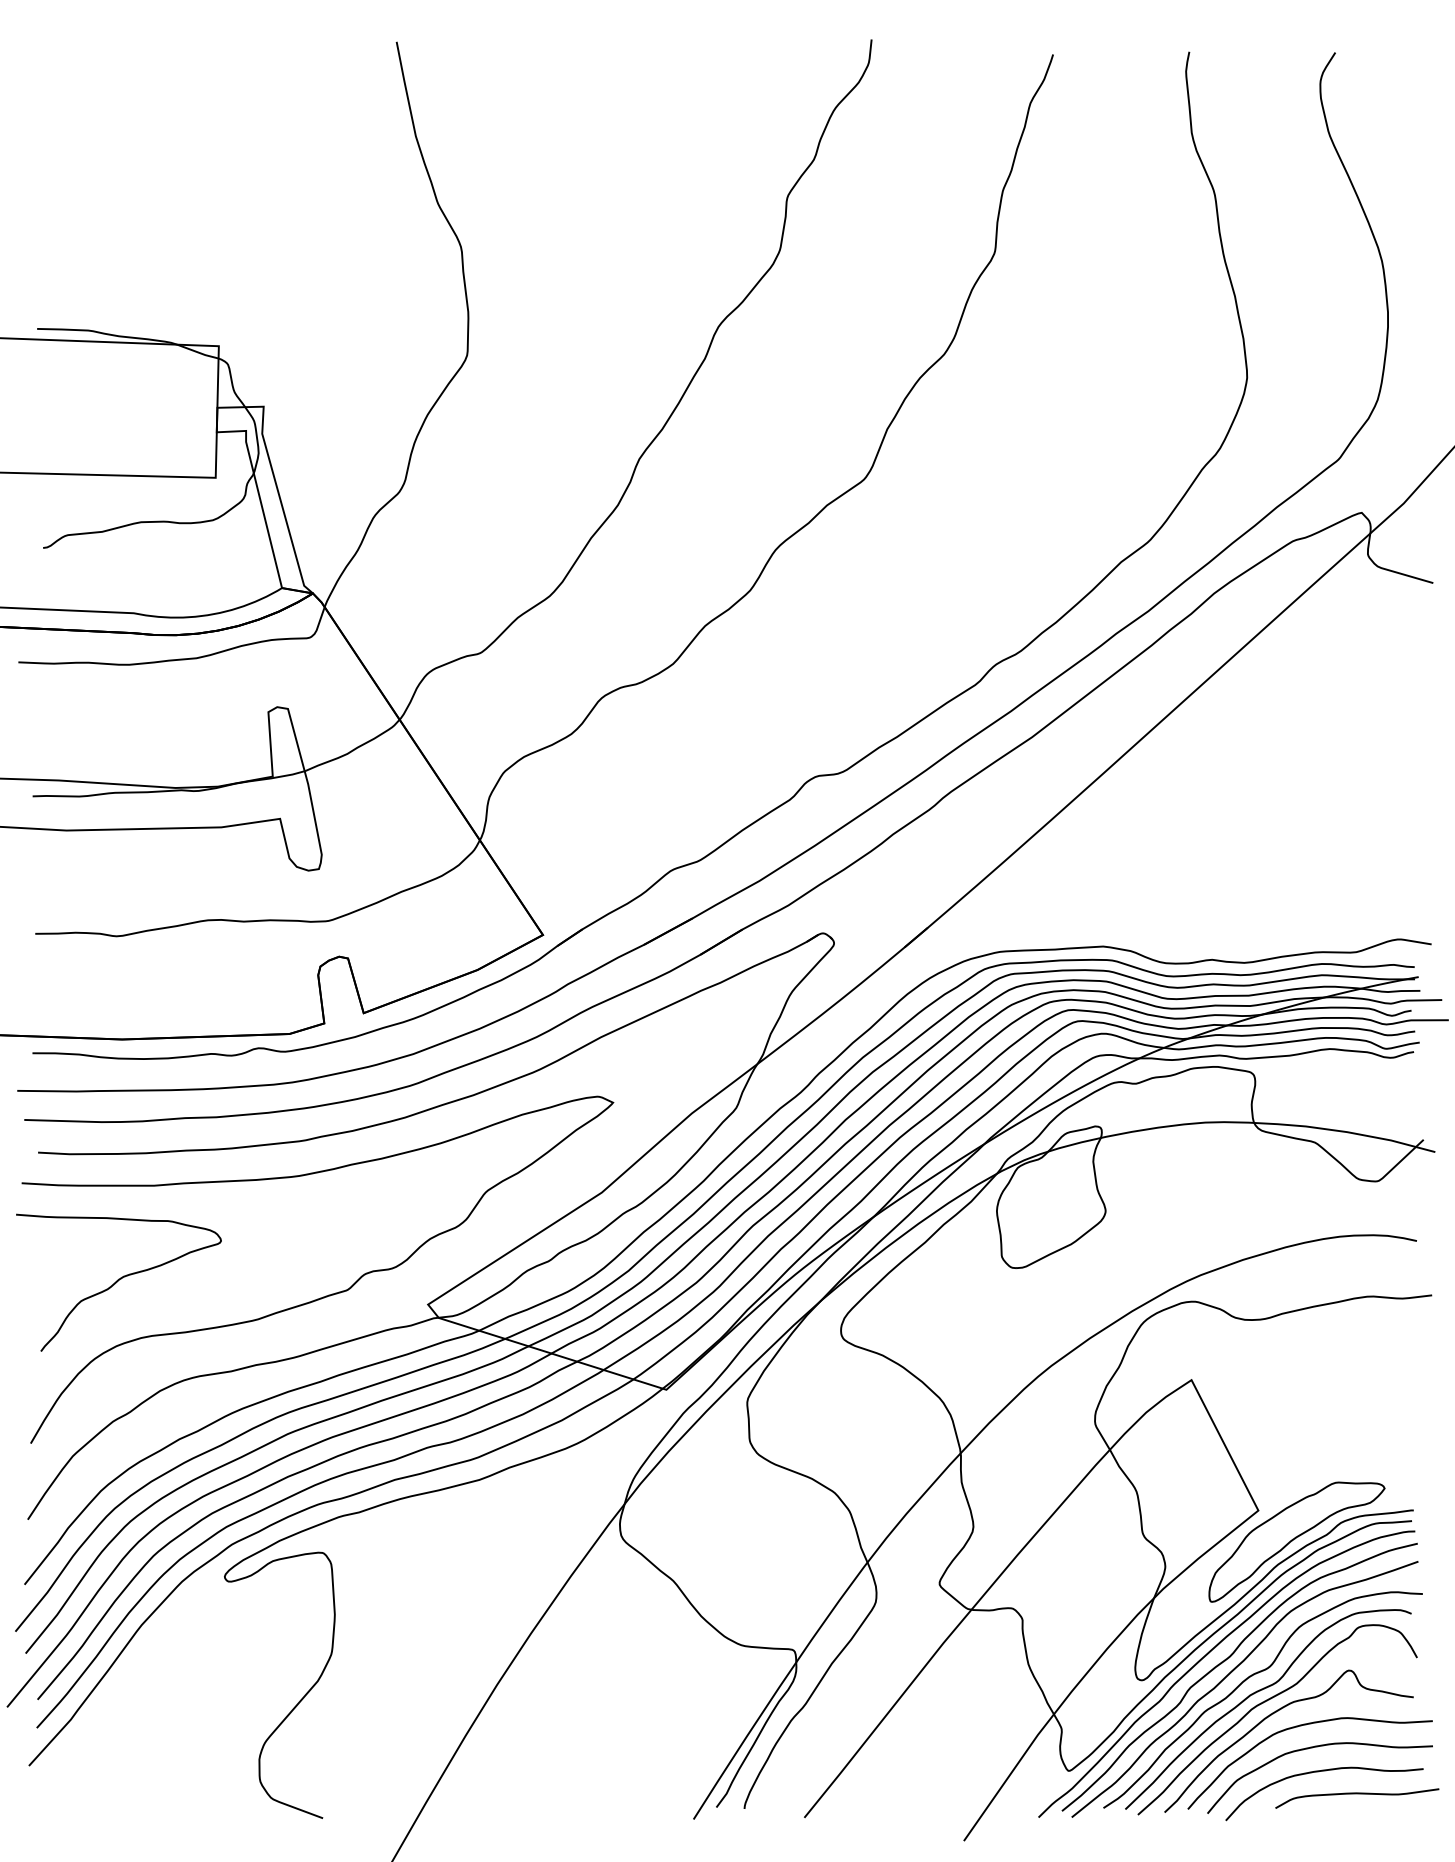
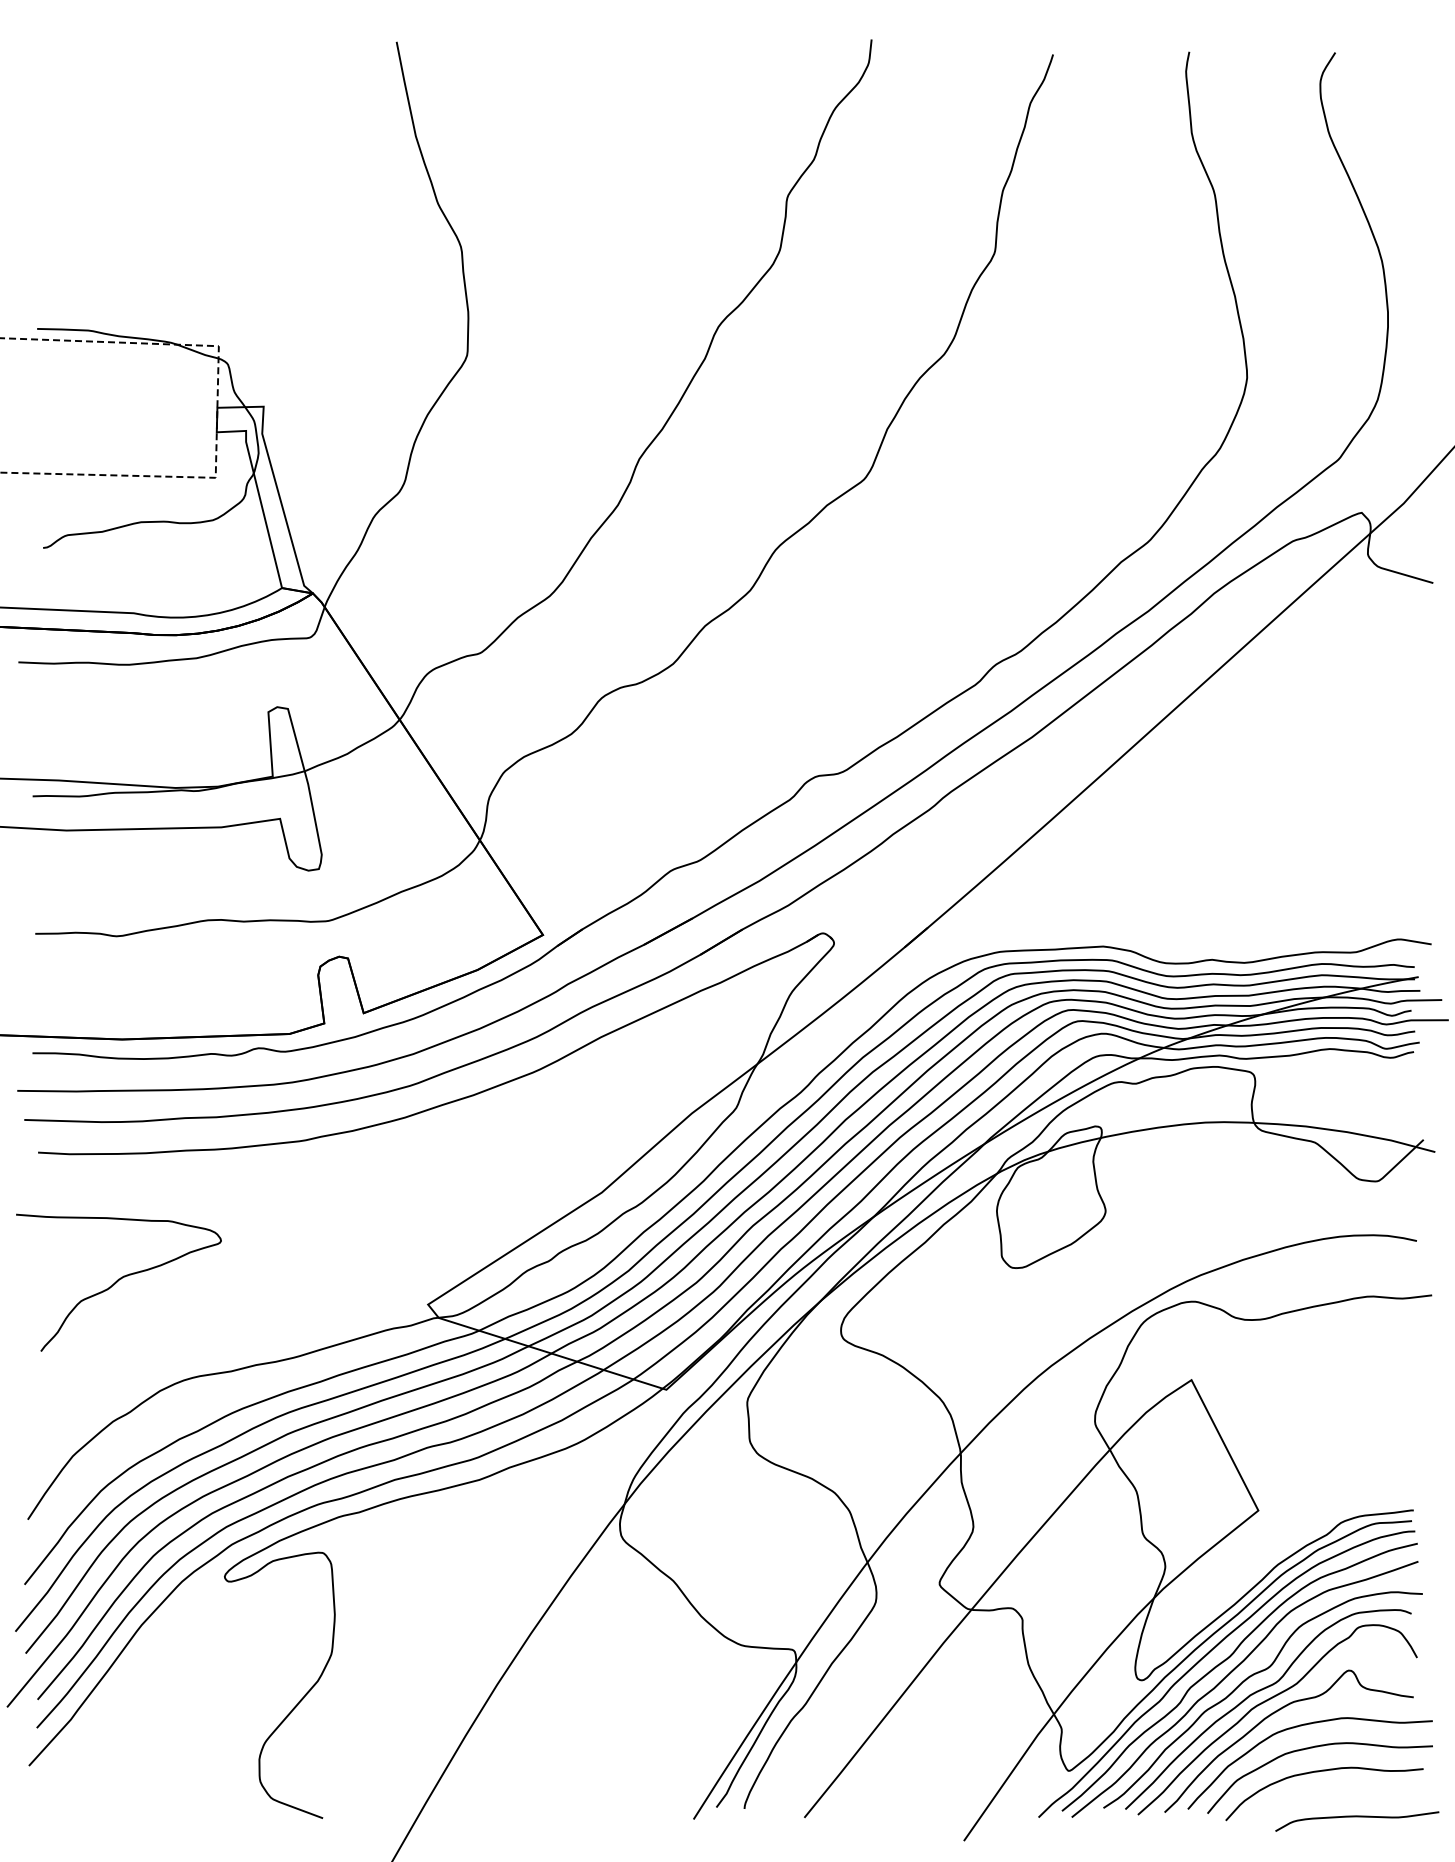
line at (217, 411): solid -> dashed
curve at (325, 1295): present -> none
part at (1296, 1541): present -> none
curve at (1357, 1794) position: (1357, 1794) -> (1357, 1817)
